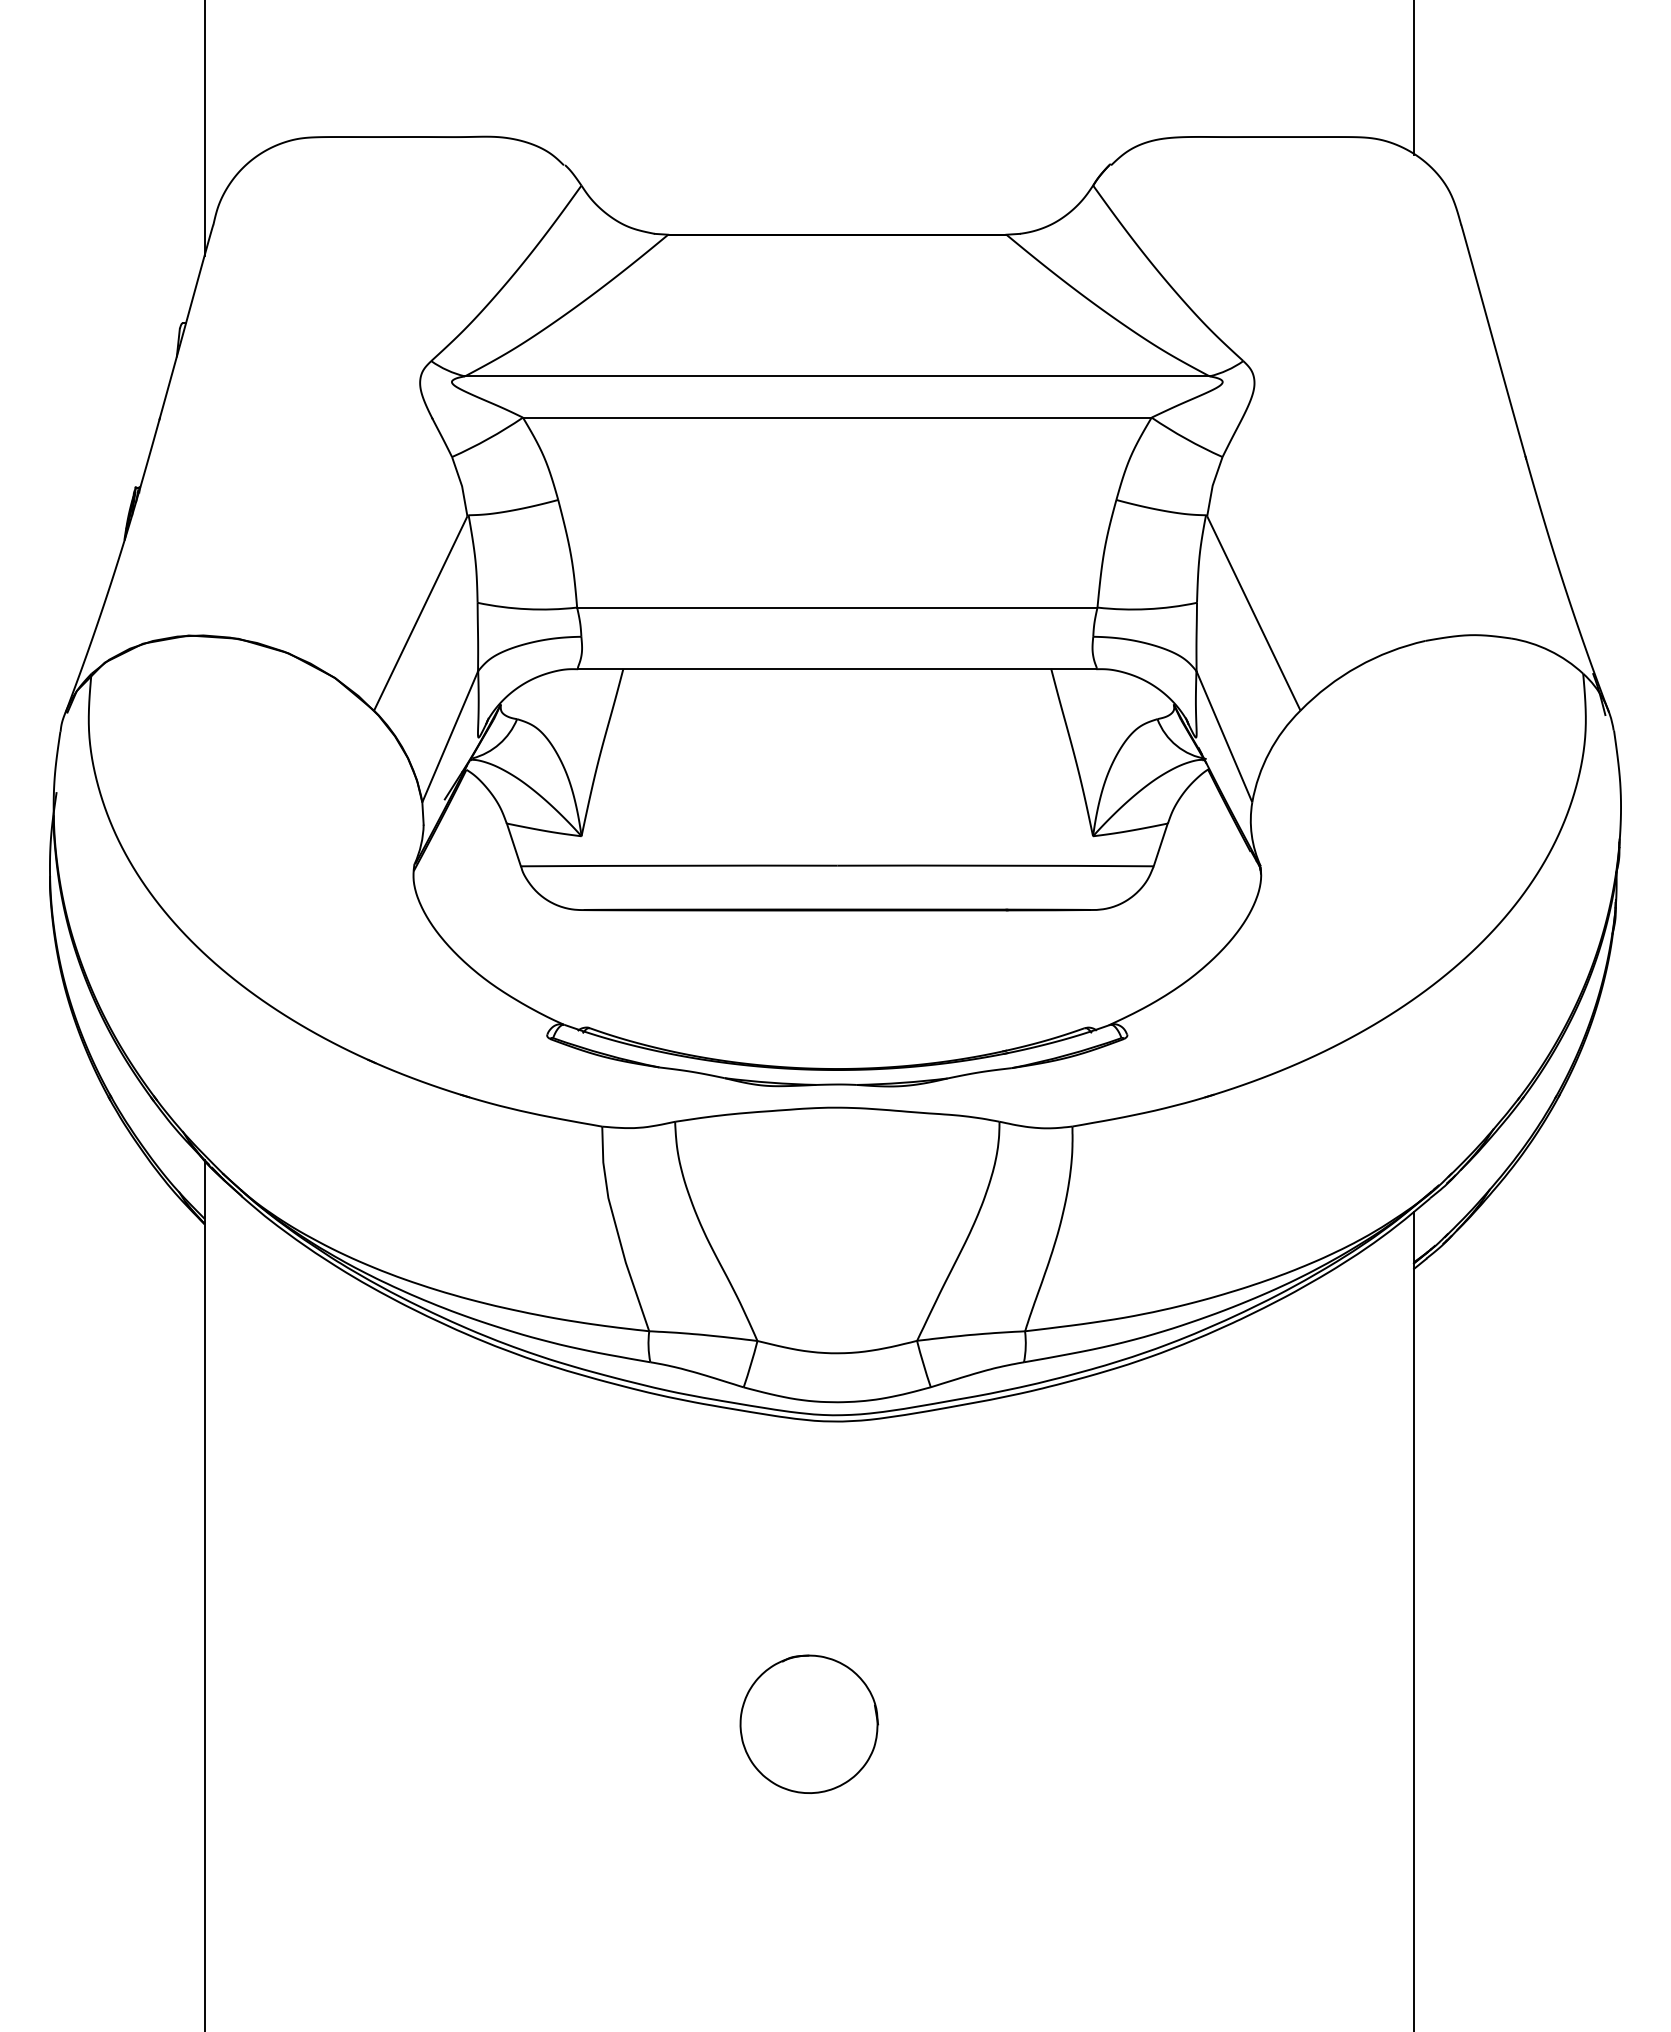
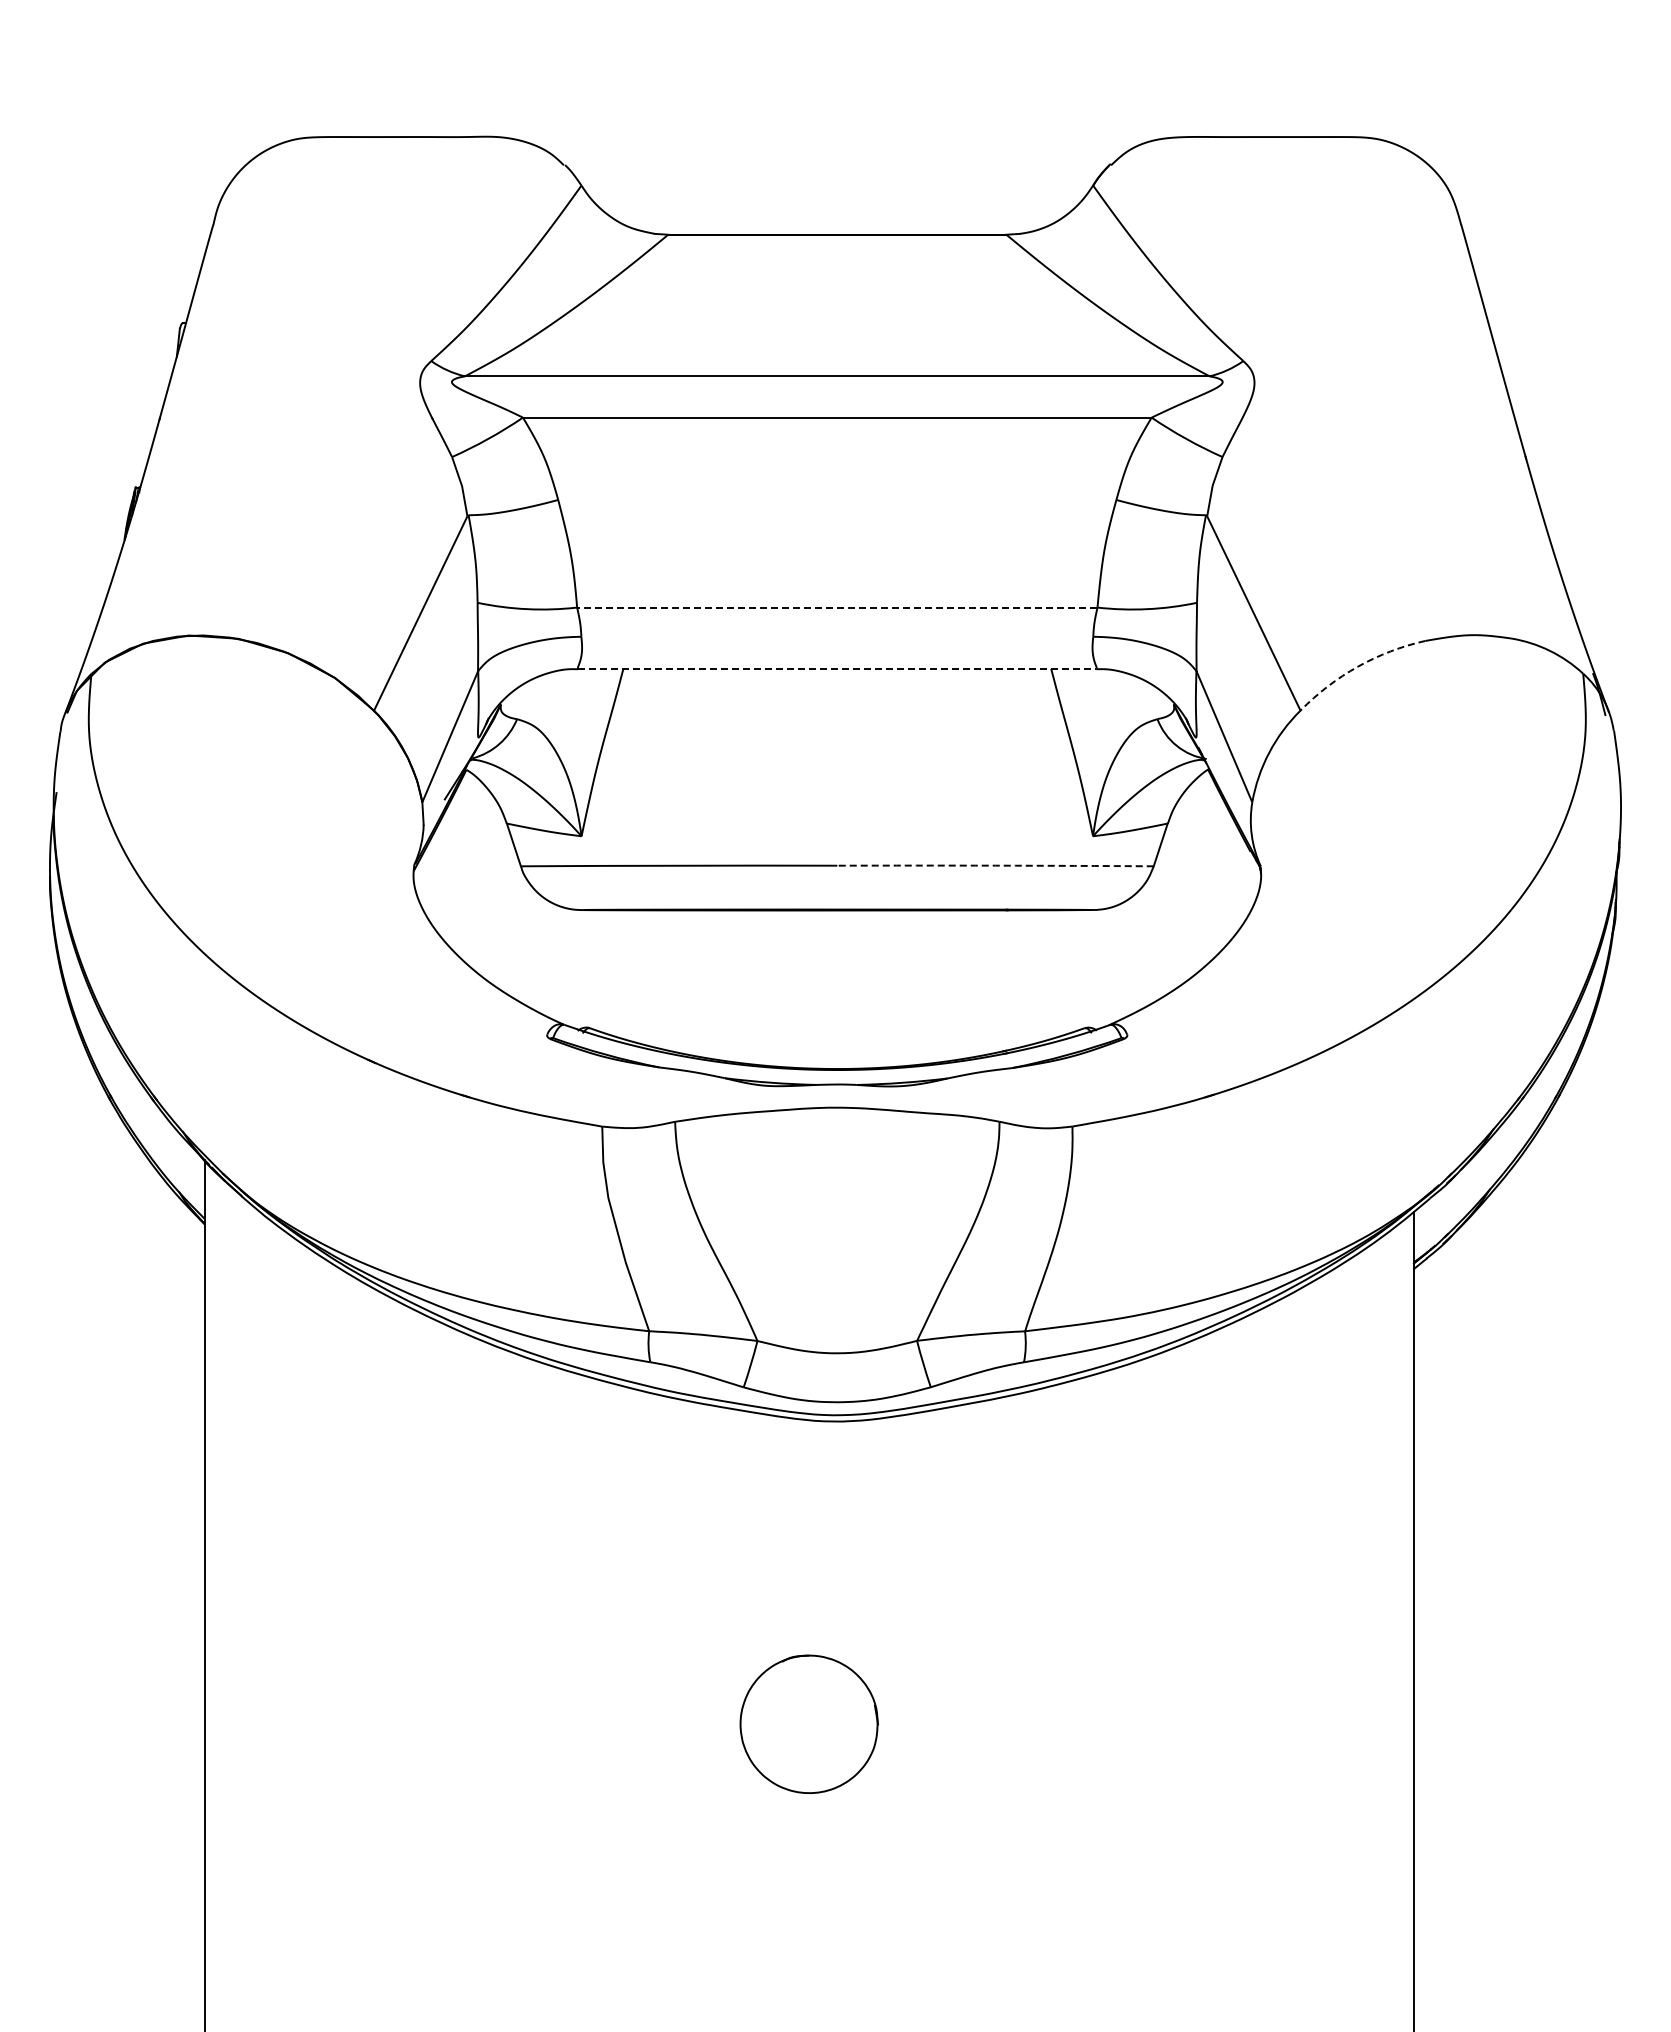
line at (1414, 78): present -> none
line at (204, 128): present -> none
line at (836, 607): solid -> dashed
arc at (1357, 666): solid -> dashed
line at (837, 668): solid -> dashed
arc at (995, 865): solid -> dashed
